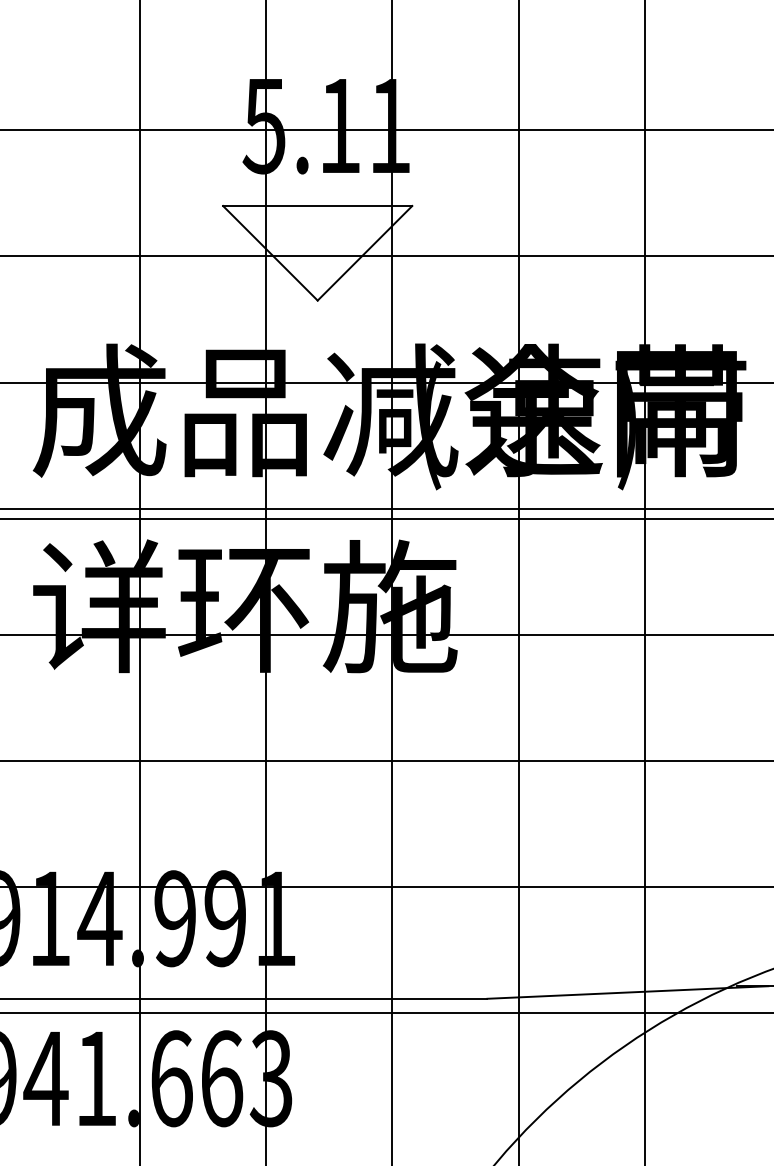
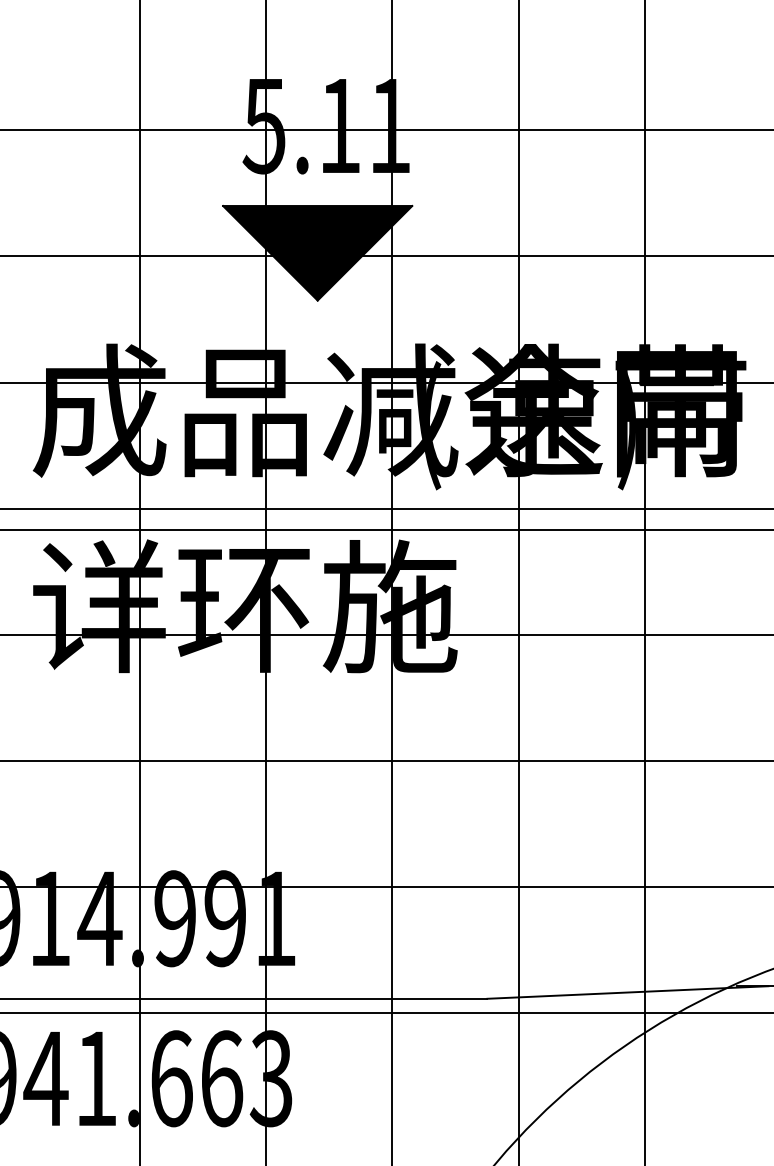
fill at (317, 253): none -> present
line at (386, 518) position: (386, 518) -> (386, 529)
